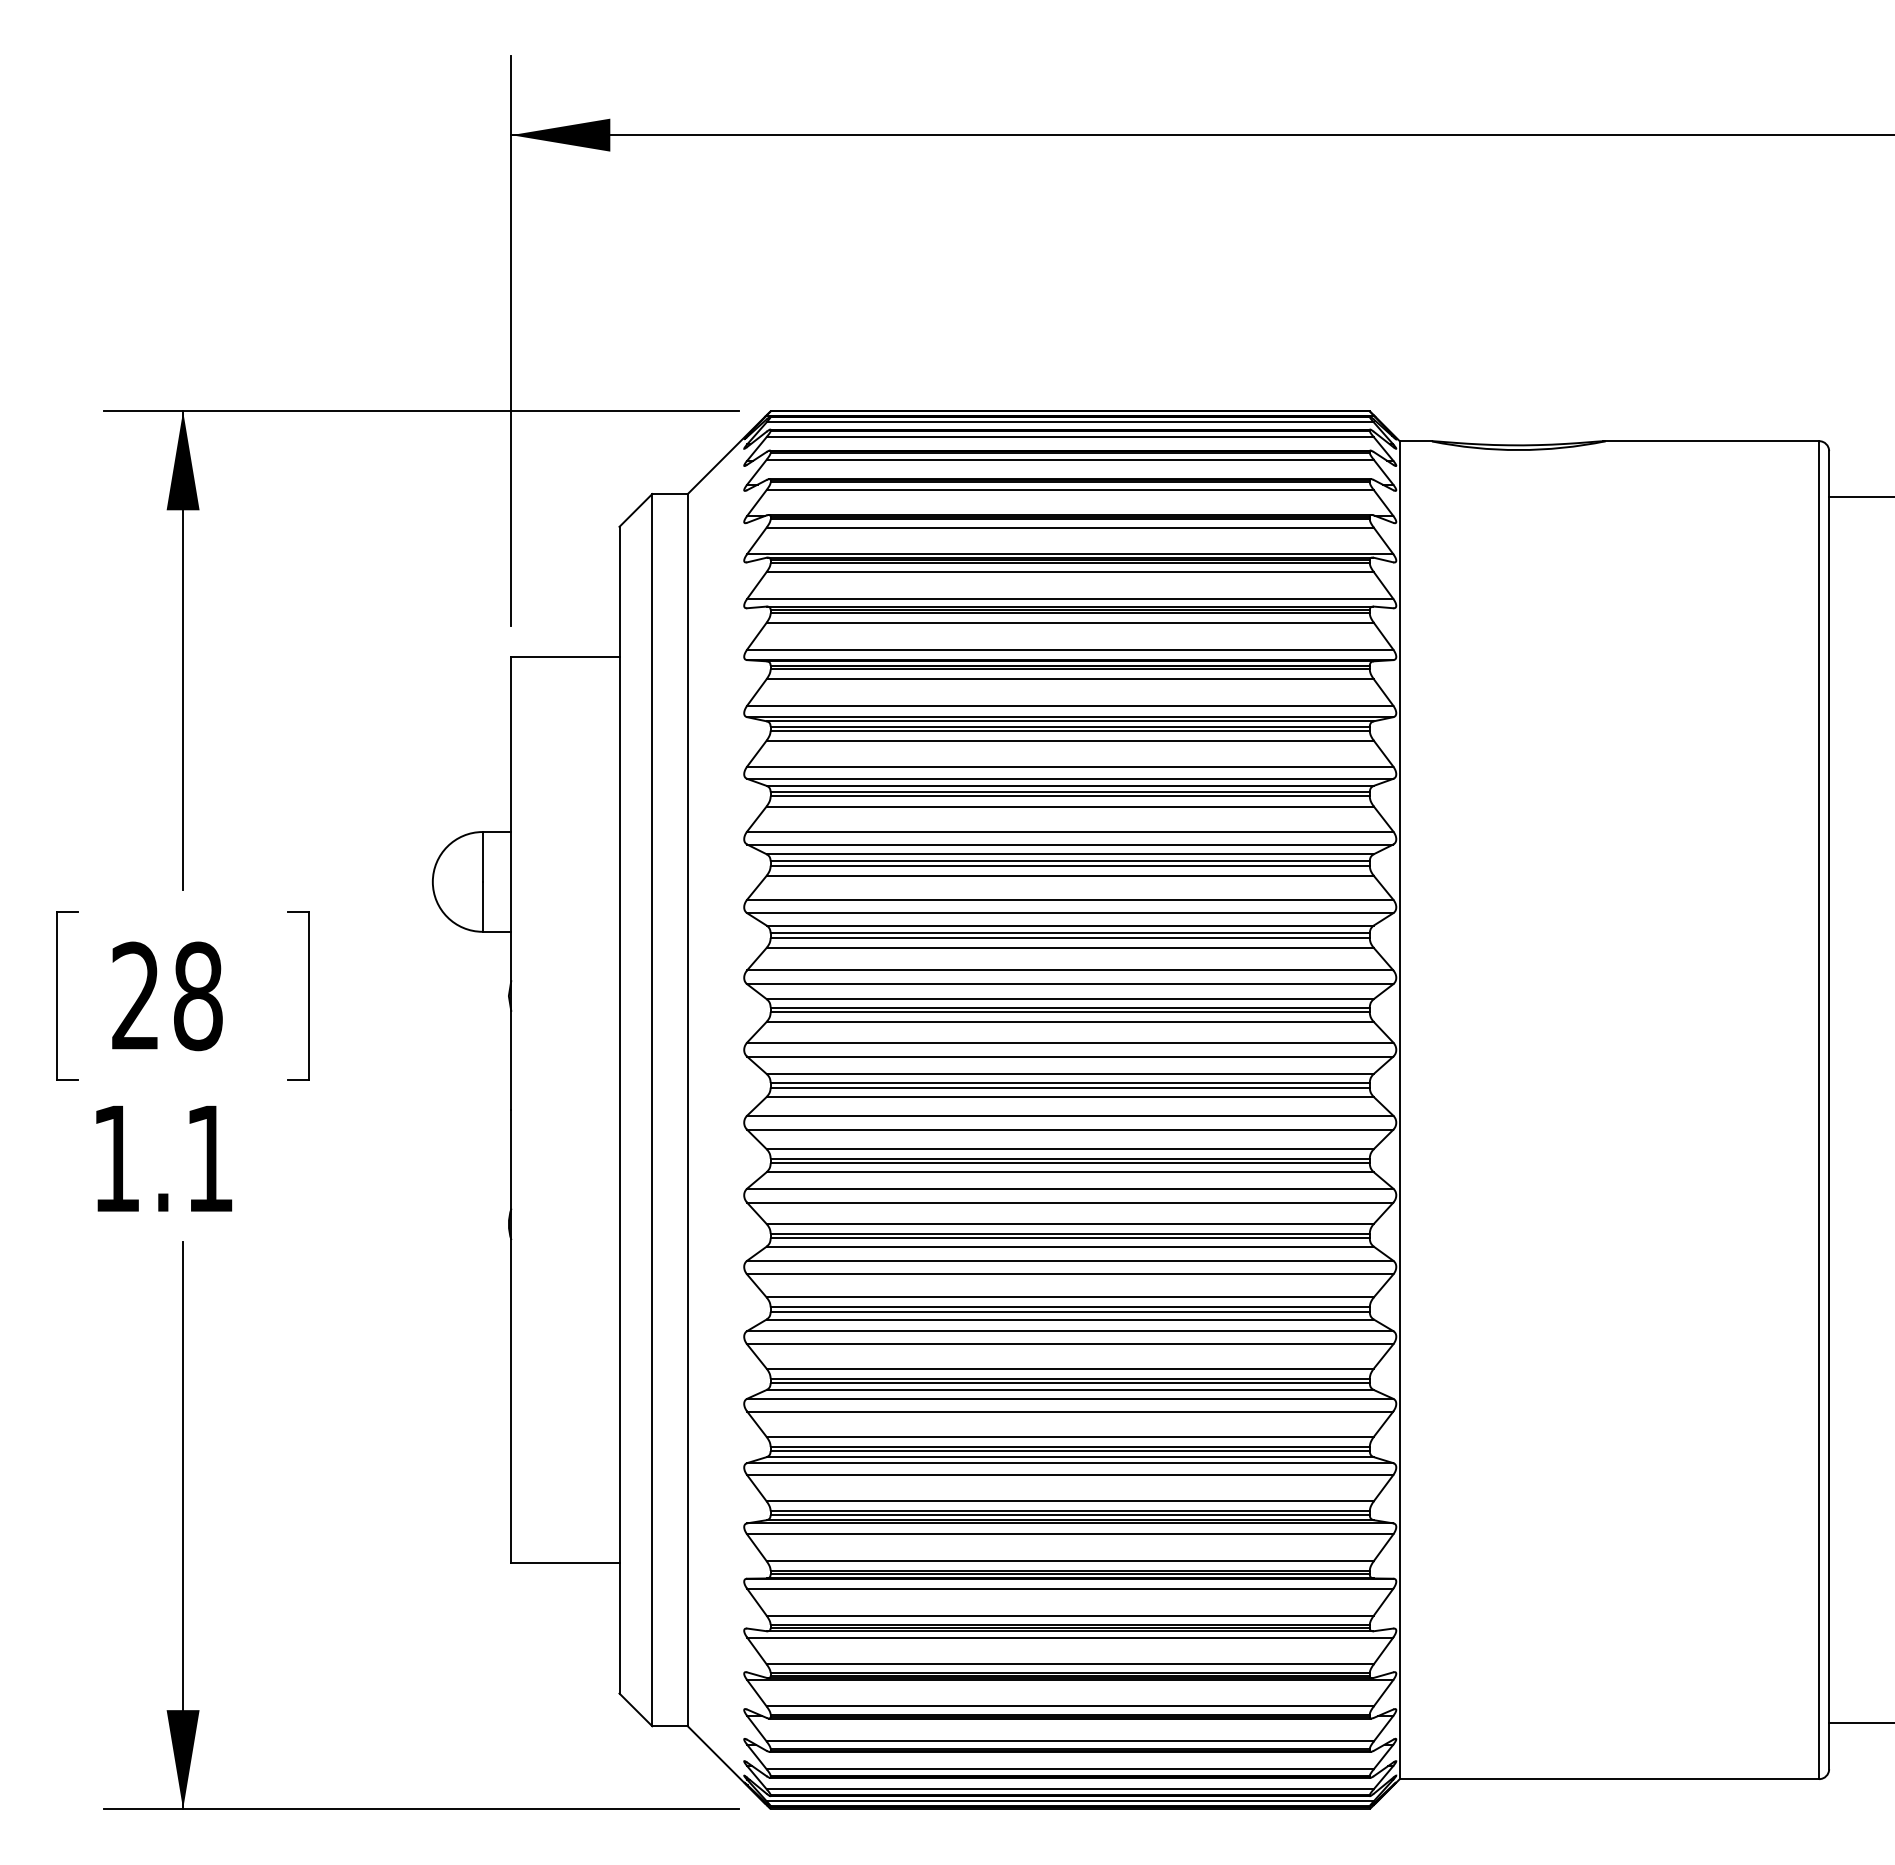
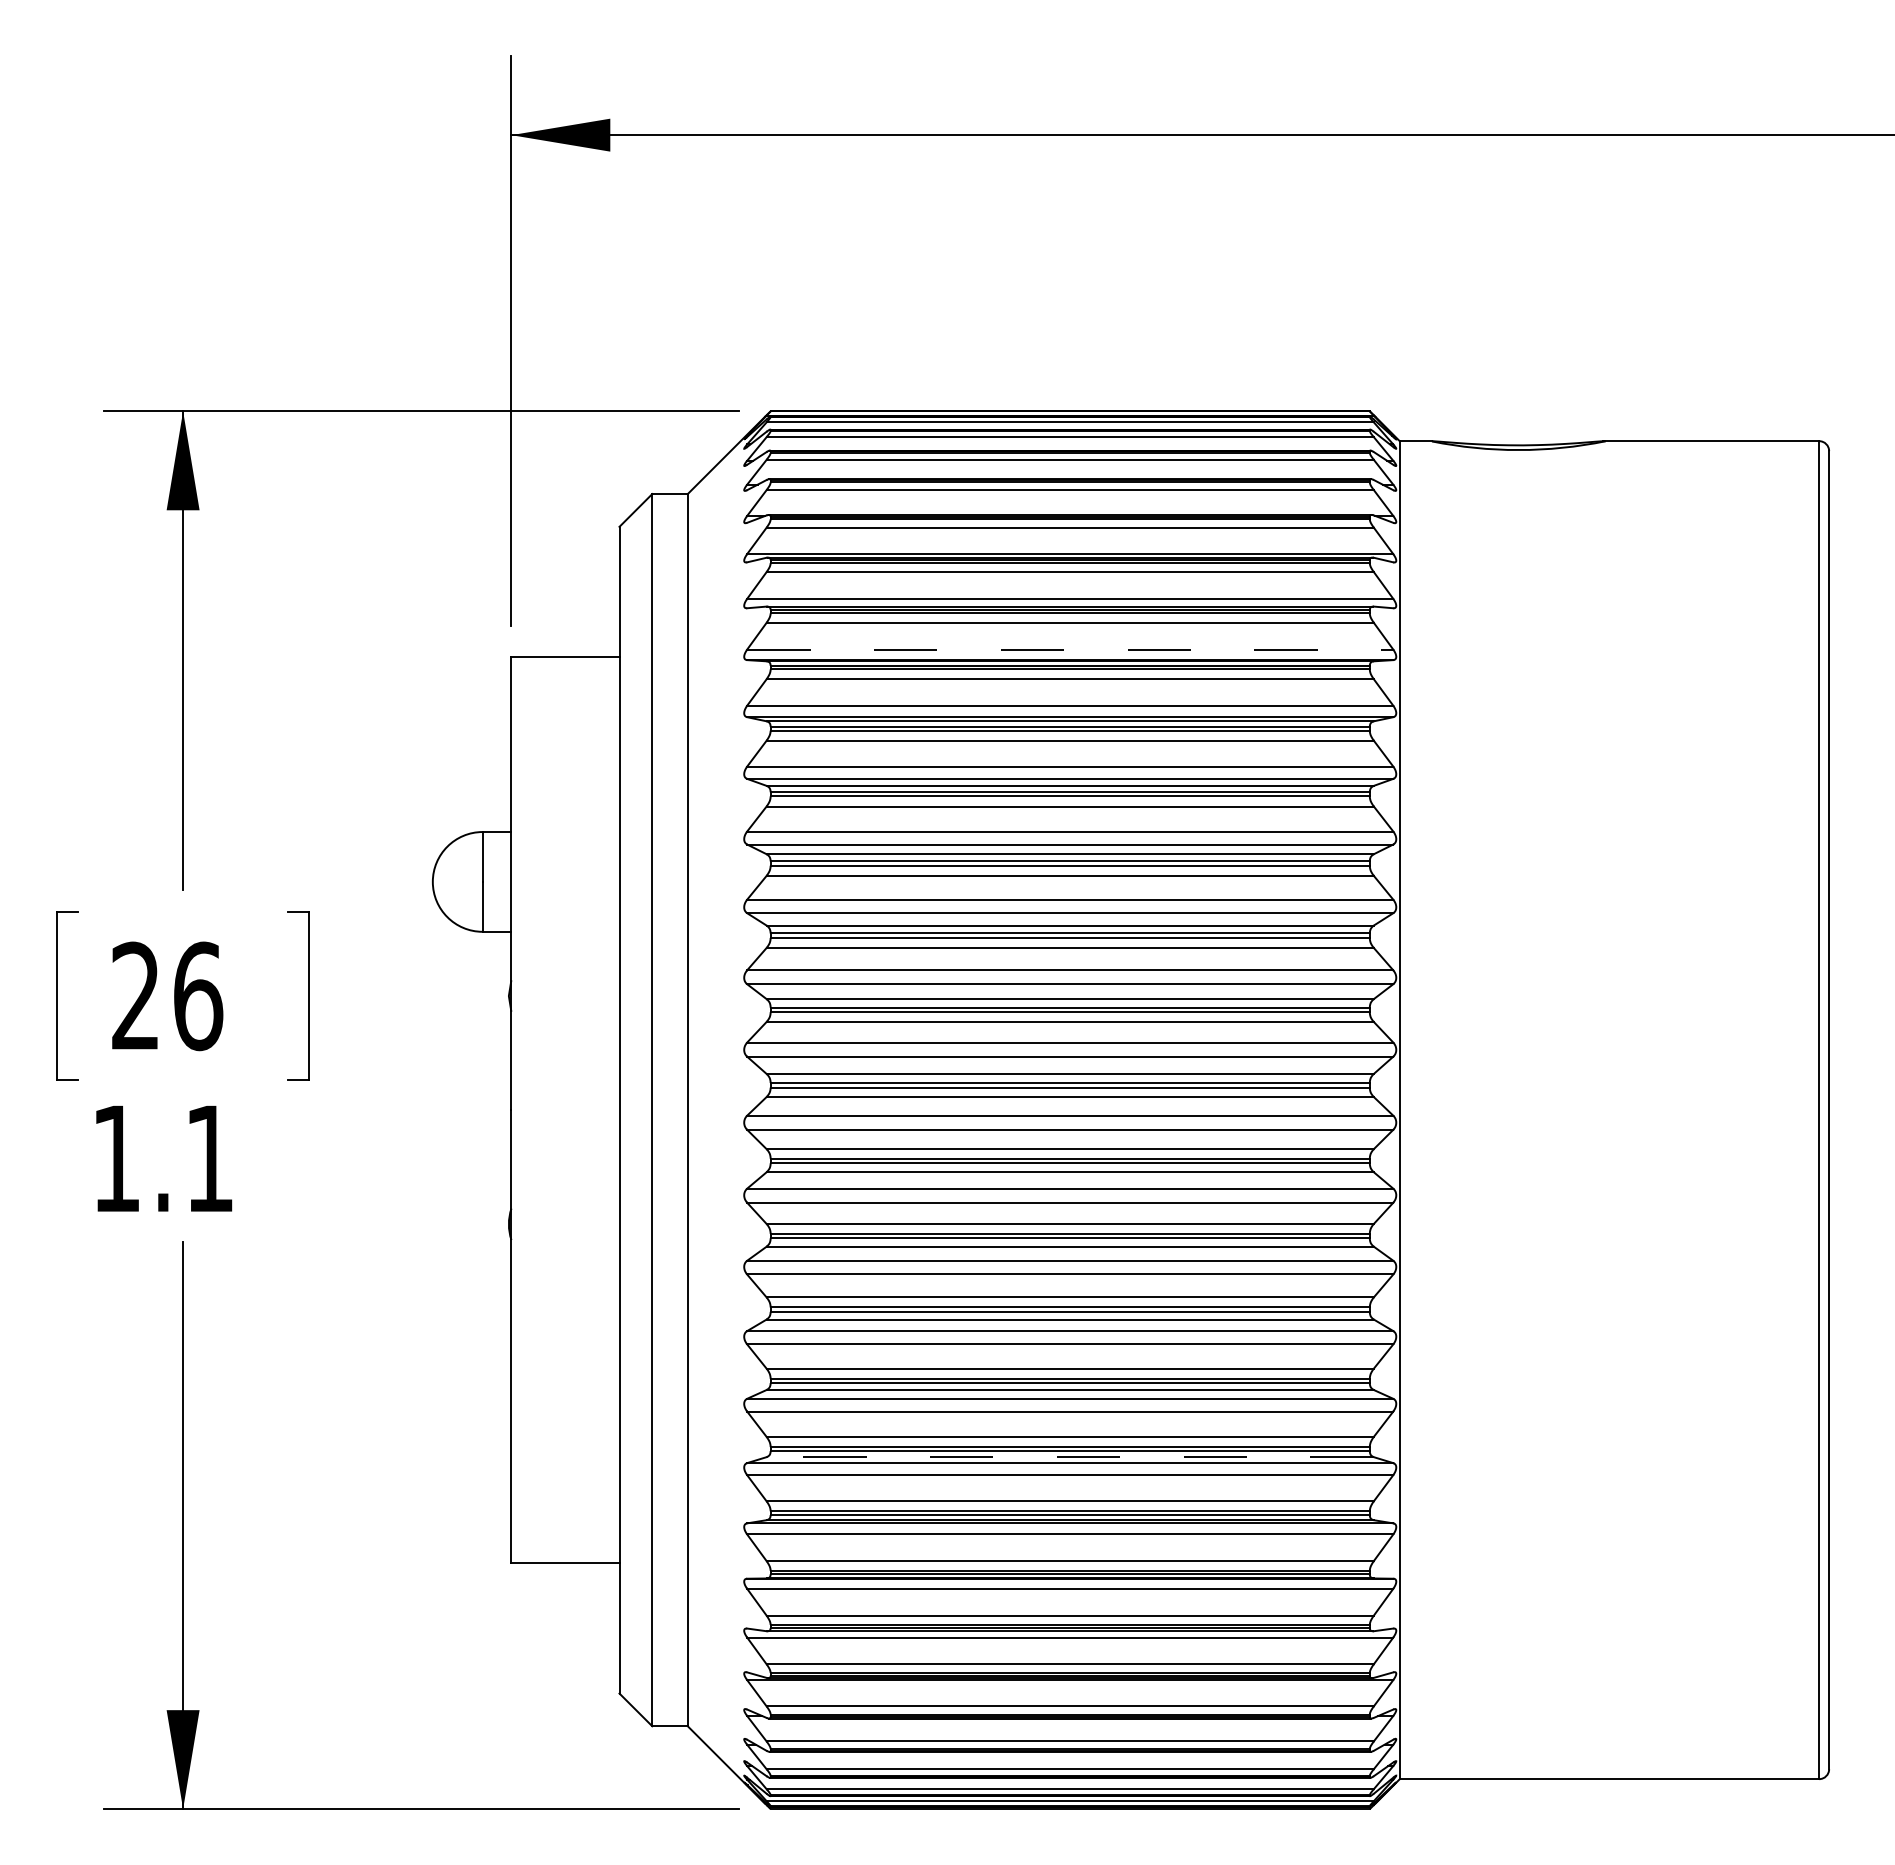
line at (1860, 497): present -> none
line at (1070, 649): solid -> dashed
text at (198, 996): 28 -> 26
line at (1070, 1457): solid -> dashed
line at (1860, 1723): present -> none
